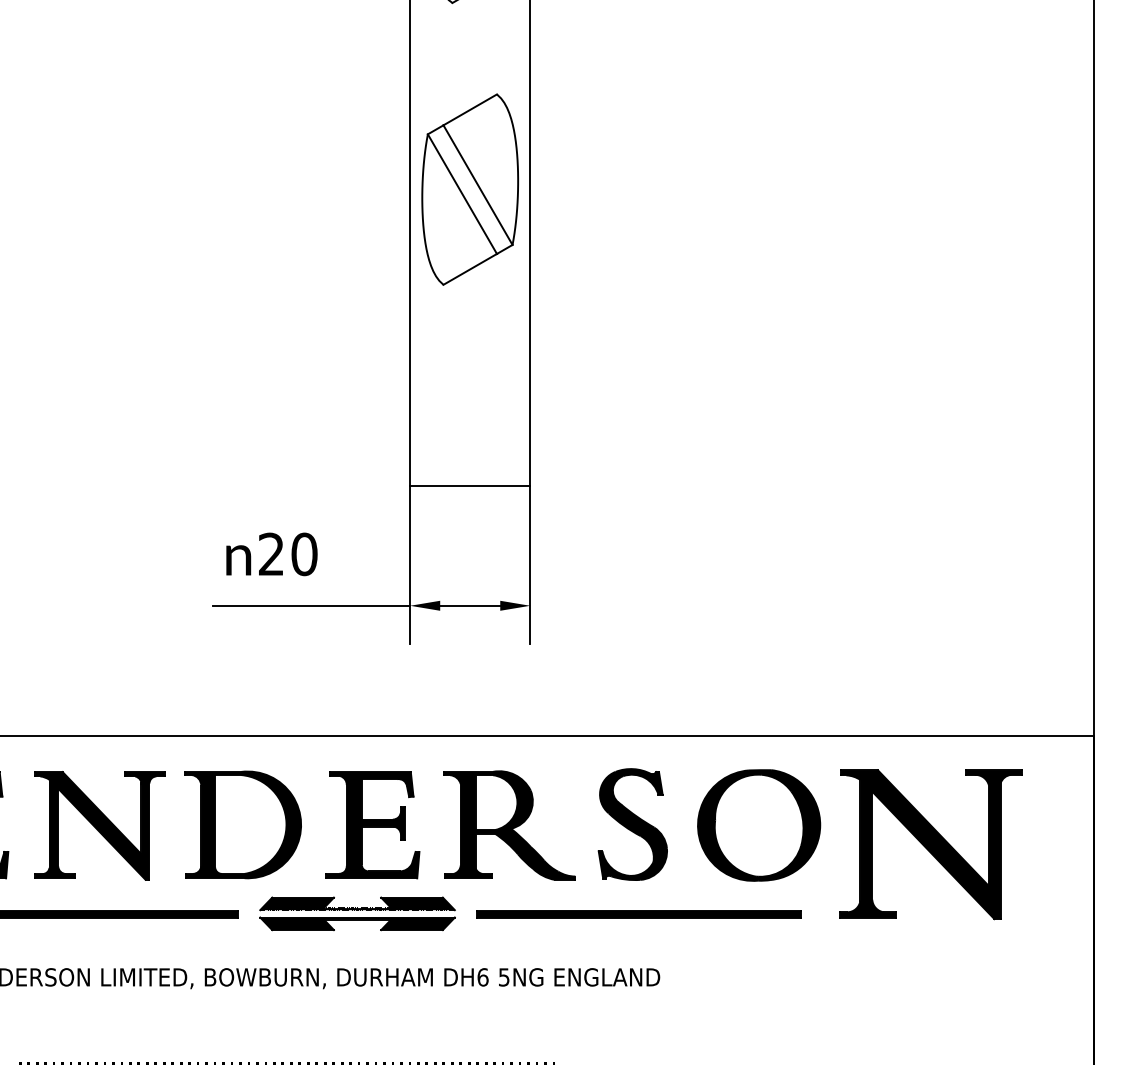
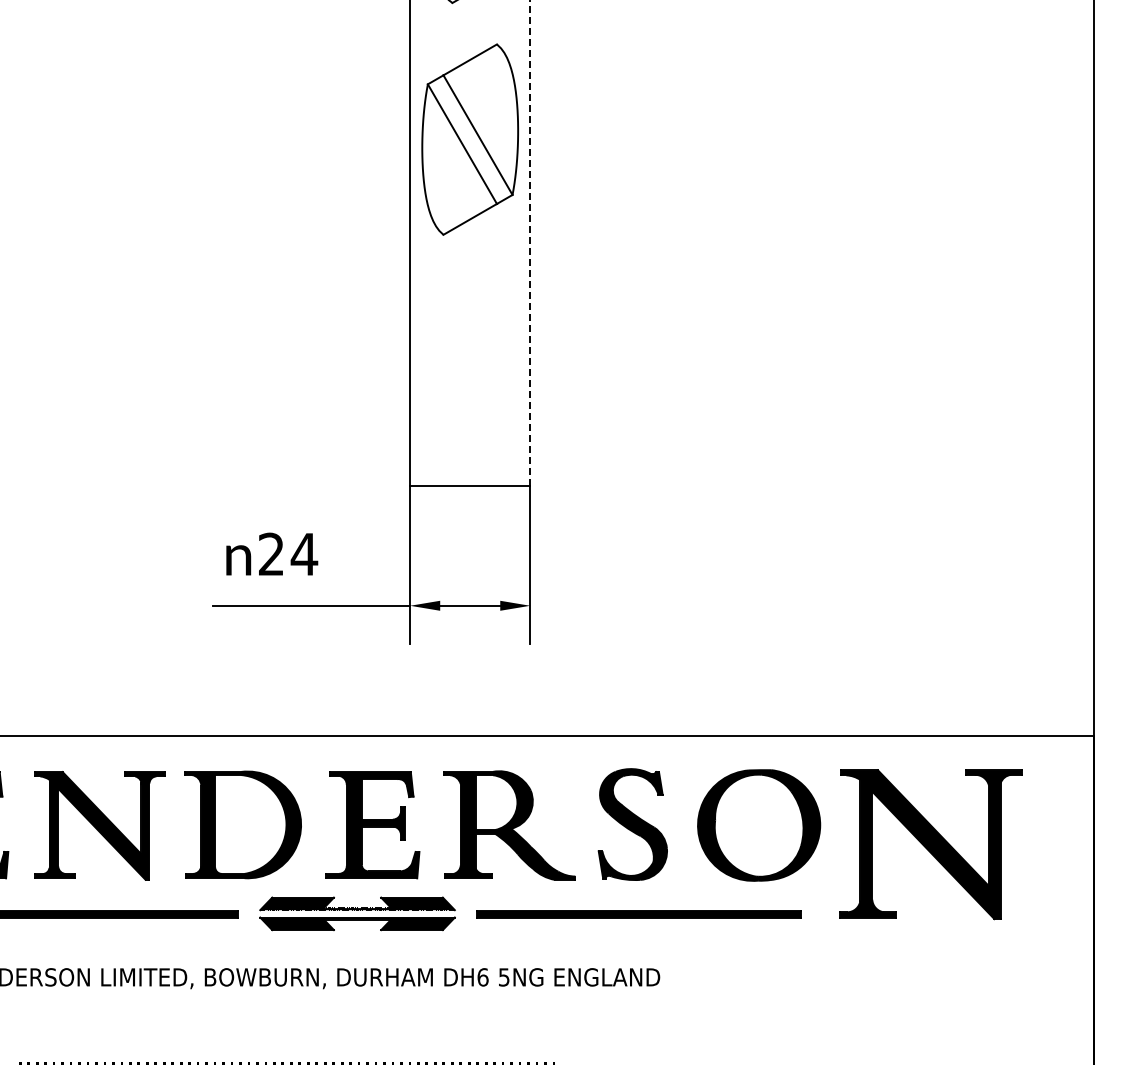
part at (469, 189) position: (469, 189) -> (469, 139)
line at (530, 242): solid -> dashed
text at (304, 554): 20 -> 24
